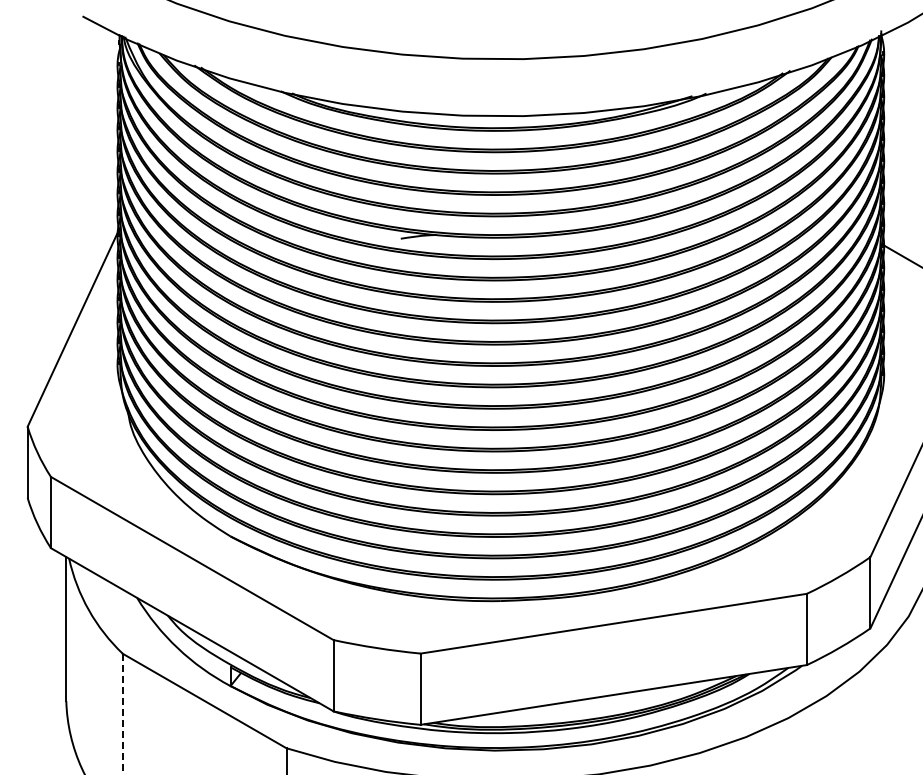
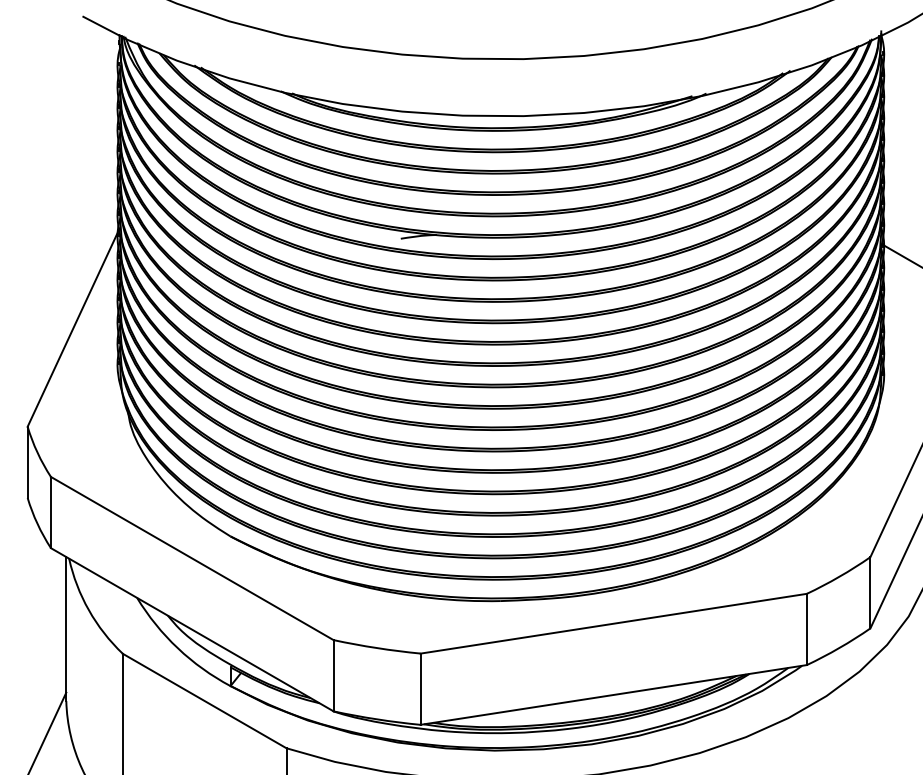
line at (122, 714): dashed -> solid
line at (47, 731): none -> present
